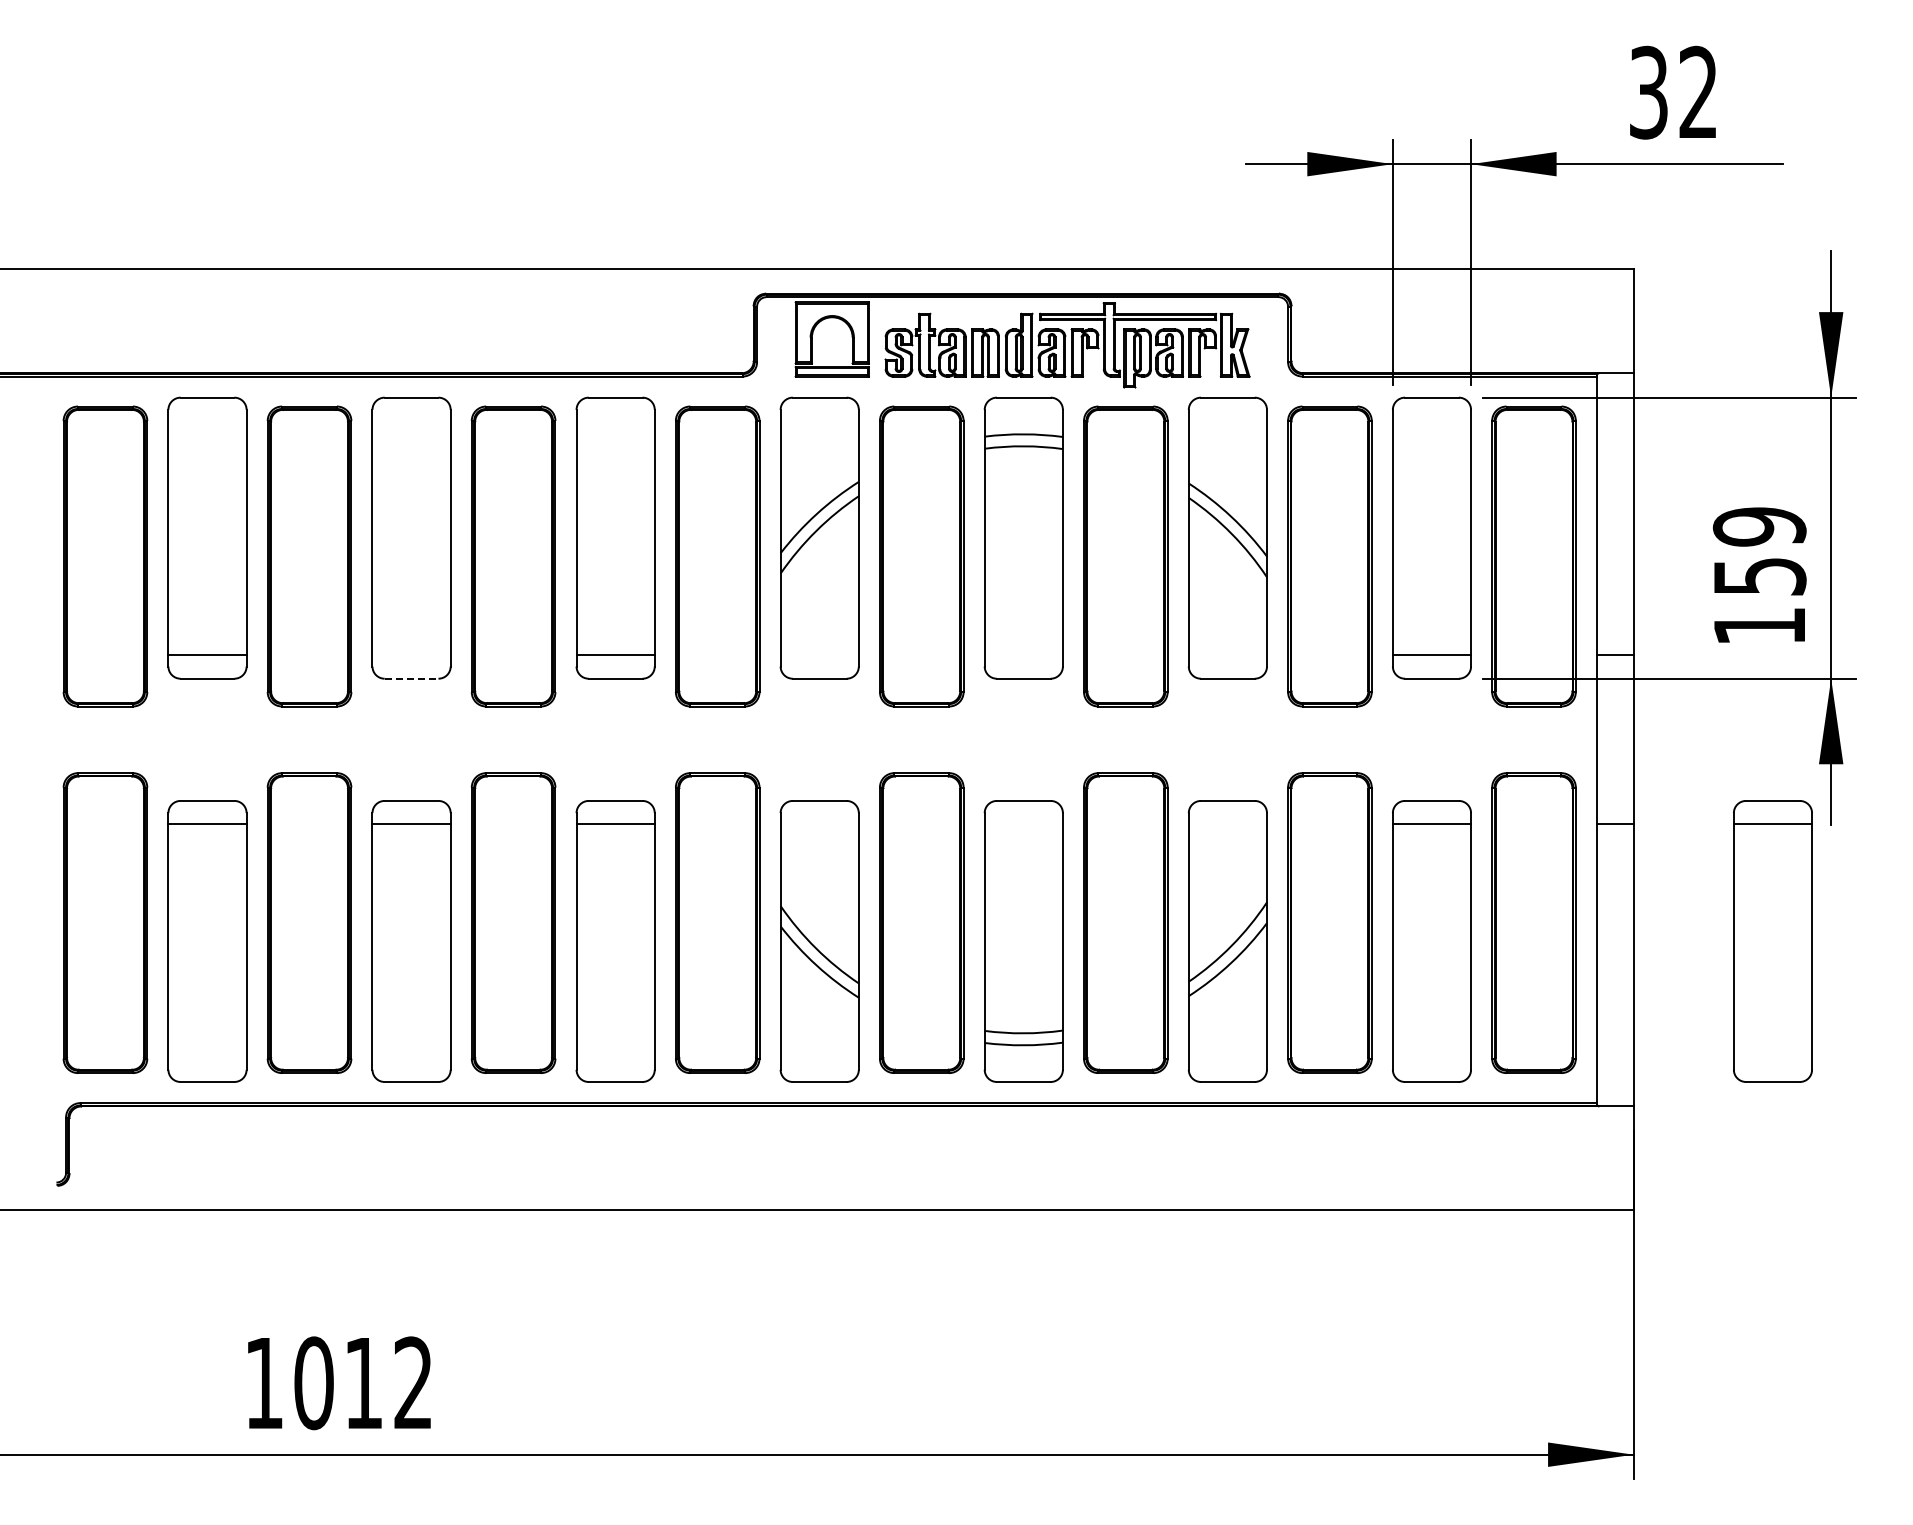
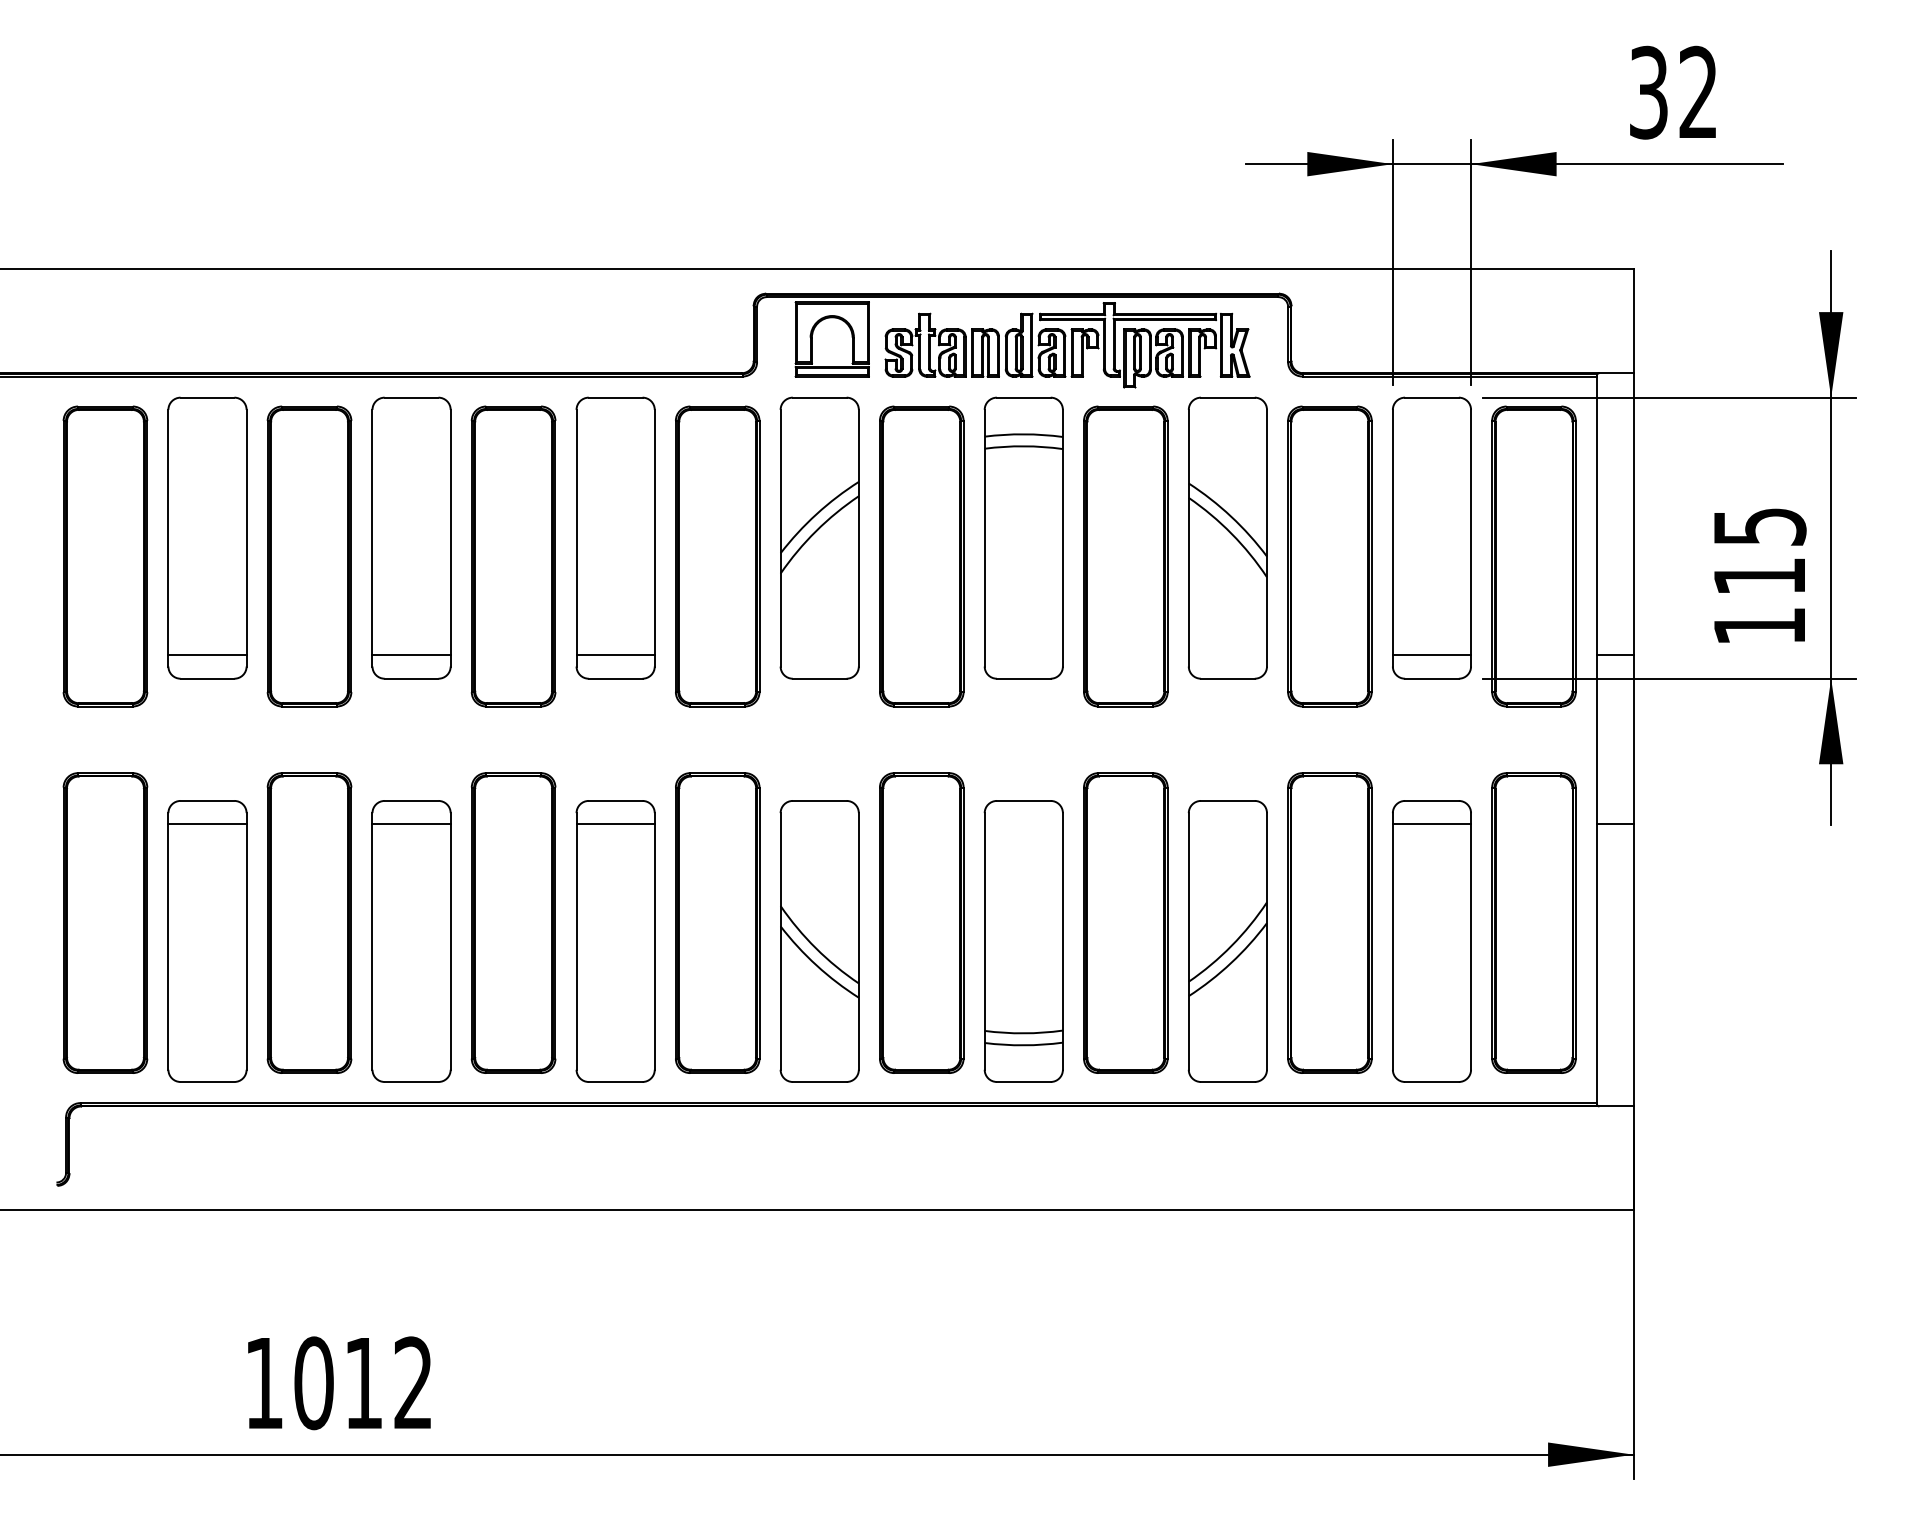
text at (1759, 551): 159 -> 115
line at (411, 655): none -> present
line at (411, 678): dashed -> solid
part at (1772, 941): present -> none
